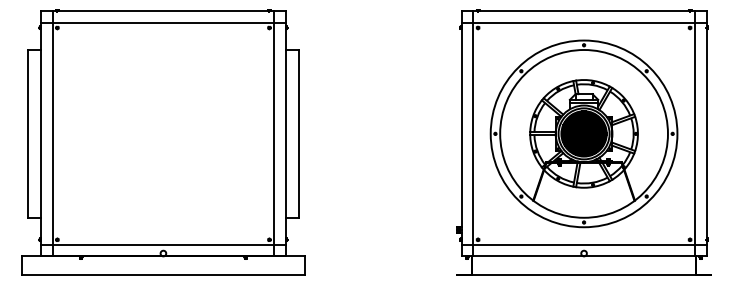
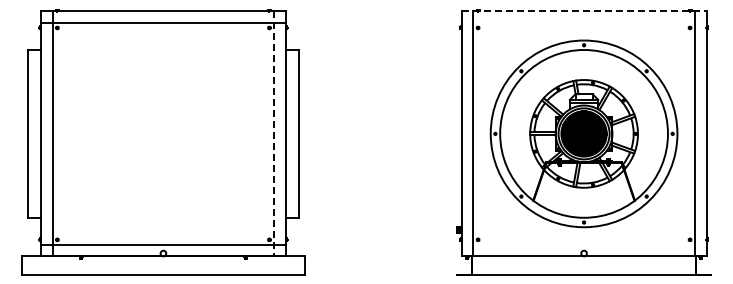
line at (584, 11): solid -> dashed
line at (583, 23): present -> none
line at (274, 133): solid -> dashed
line at (583, 244): present -> none
